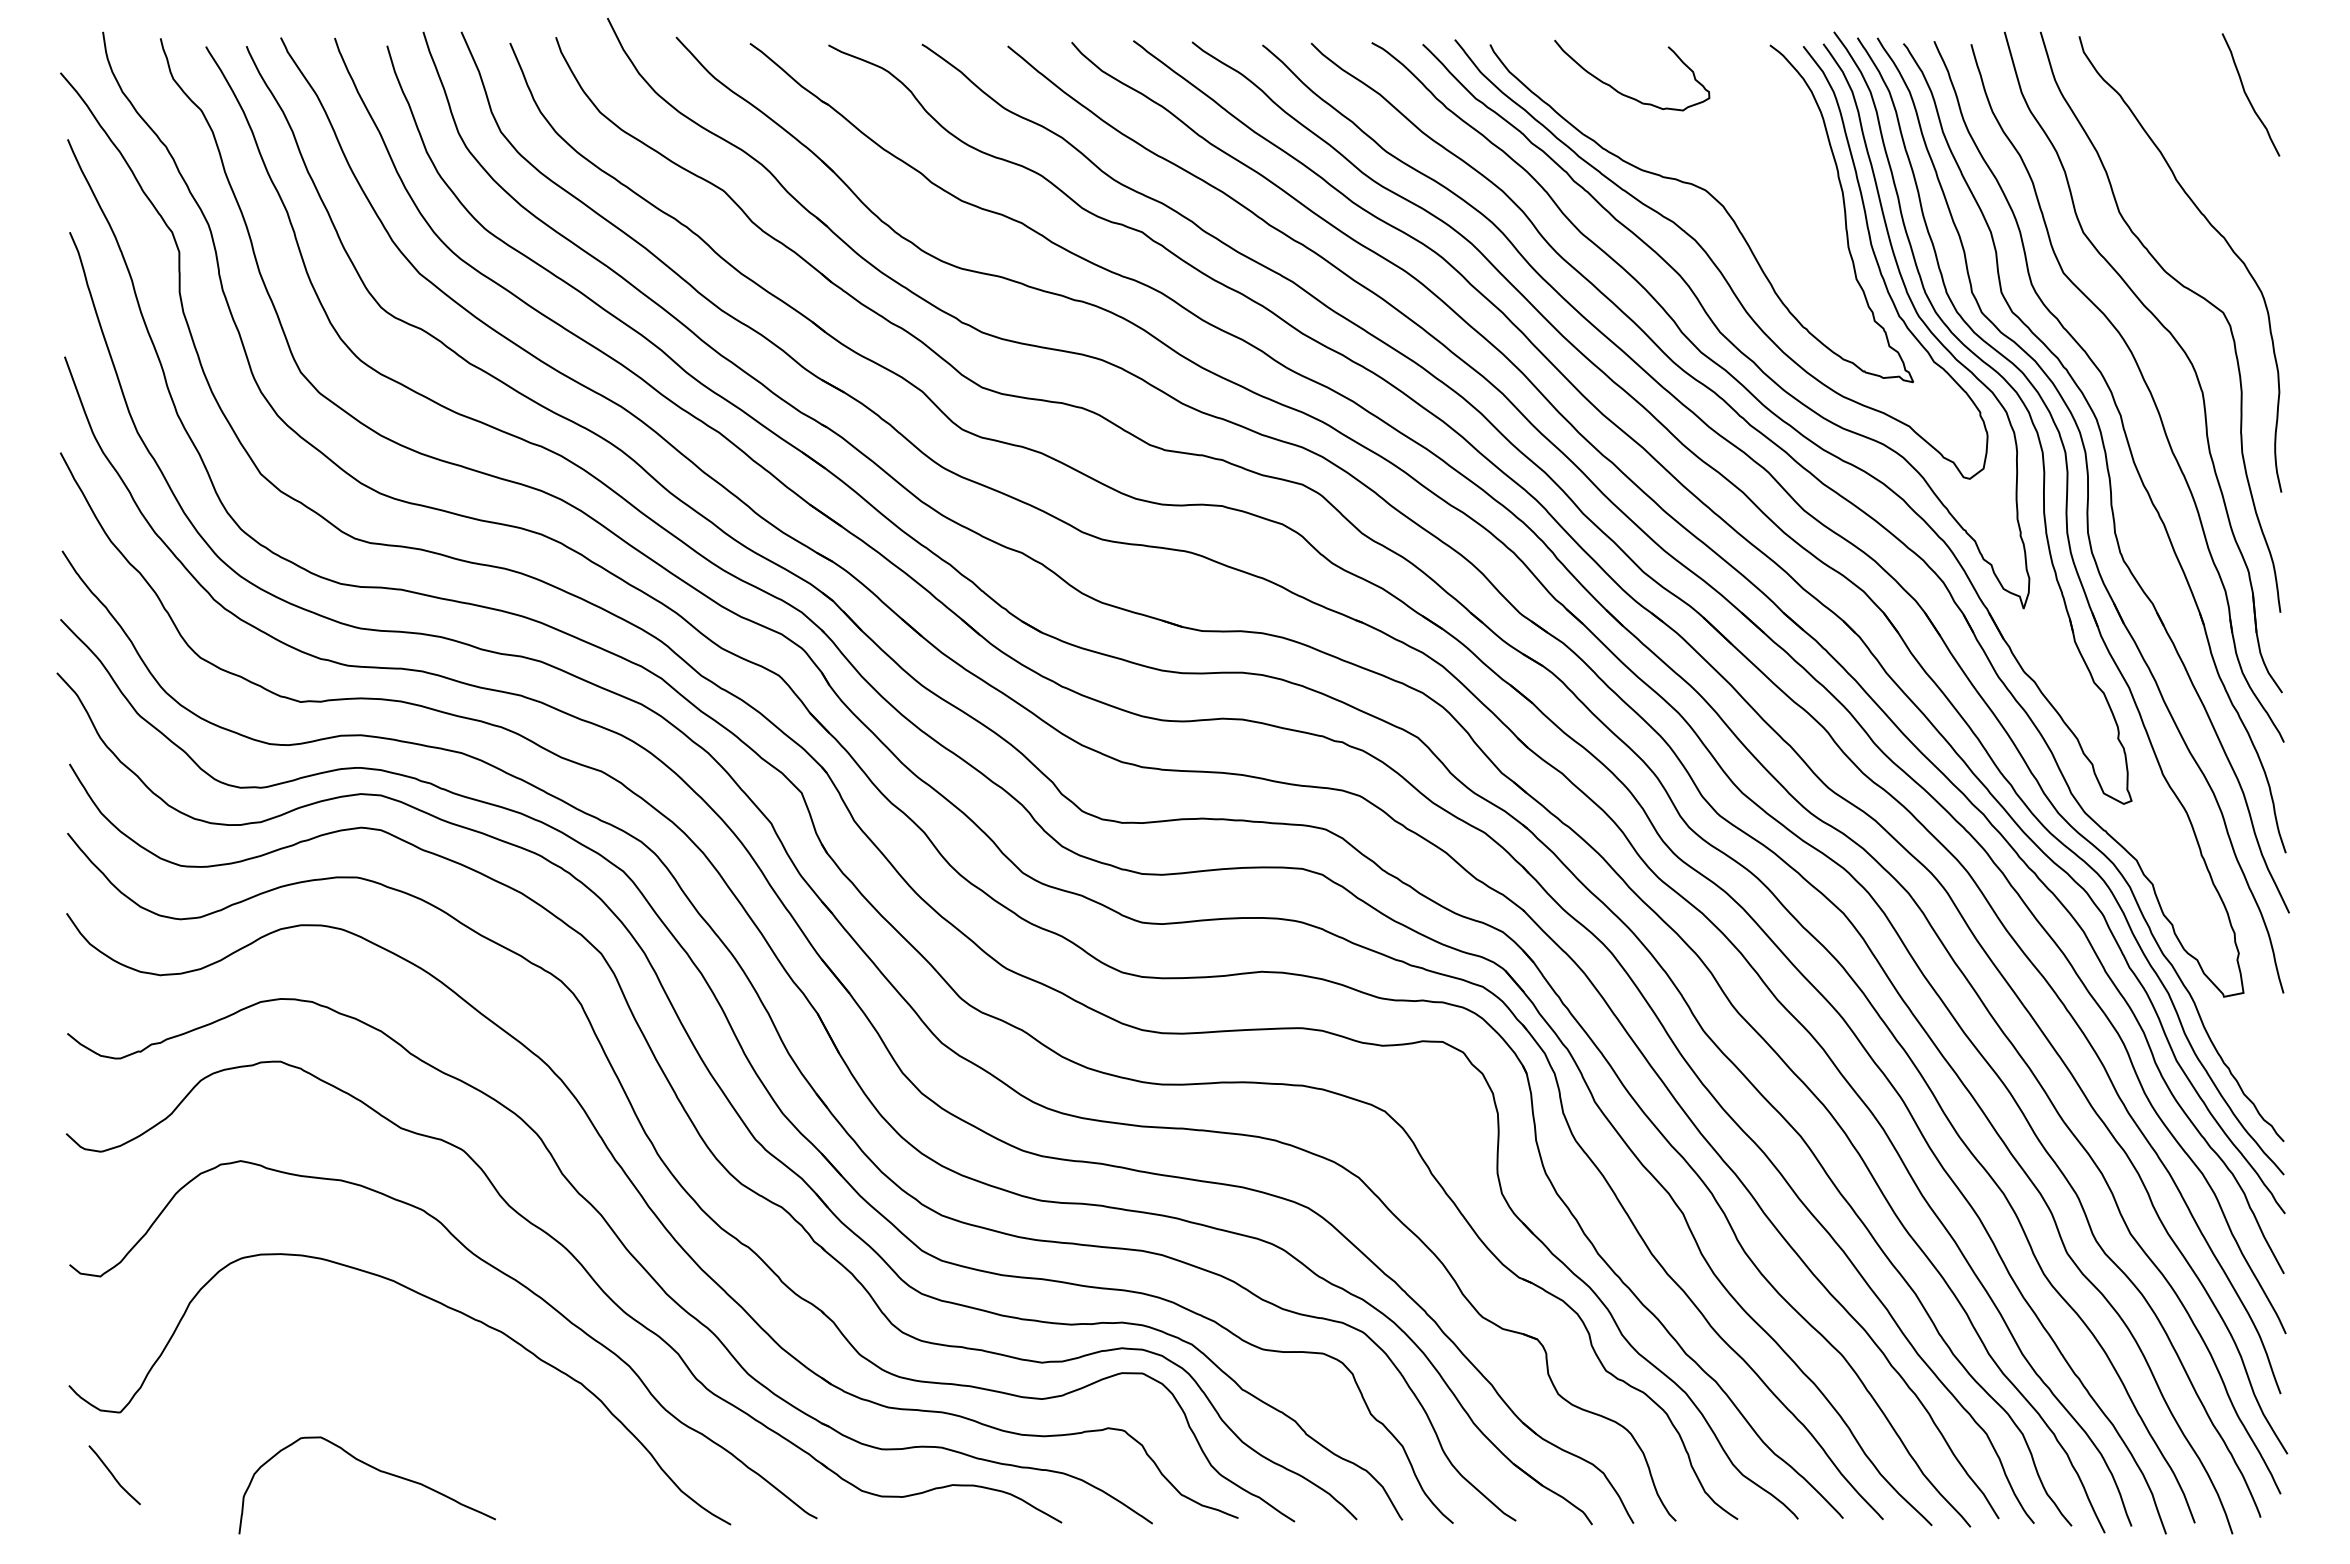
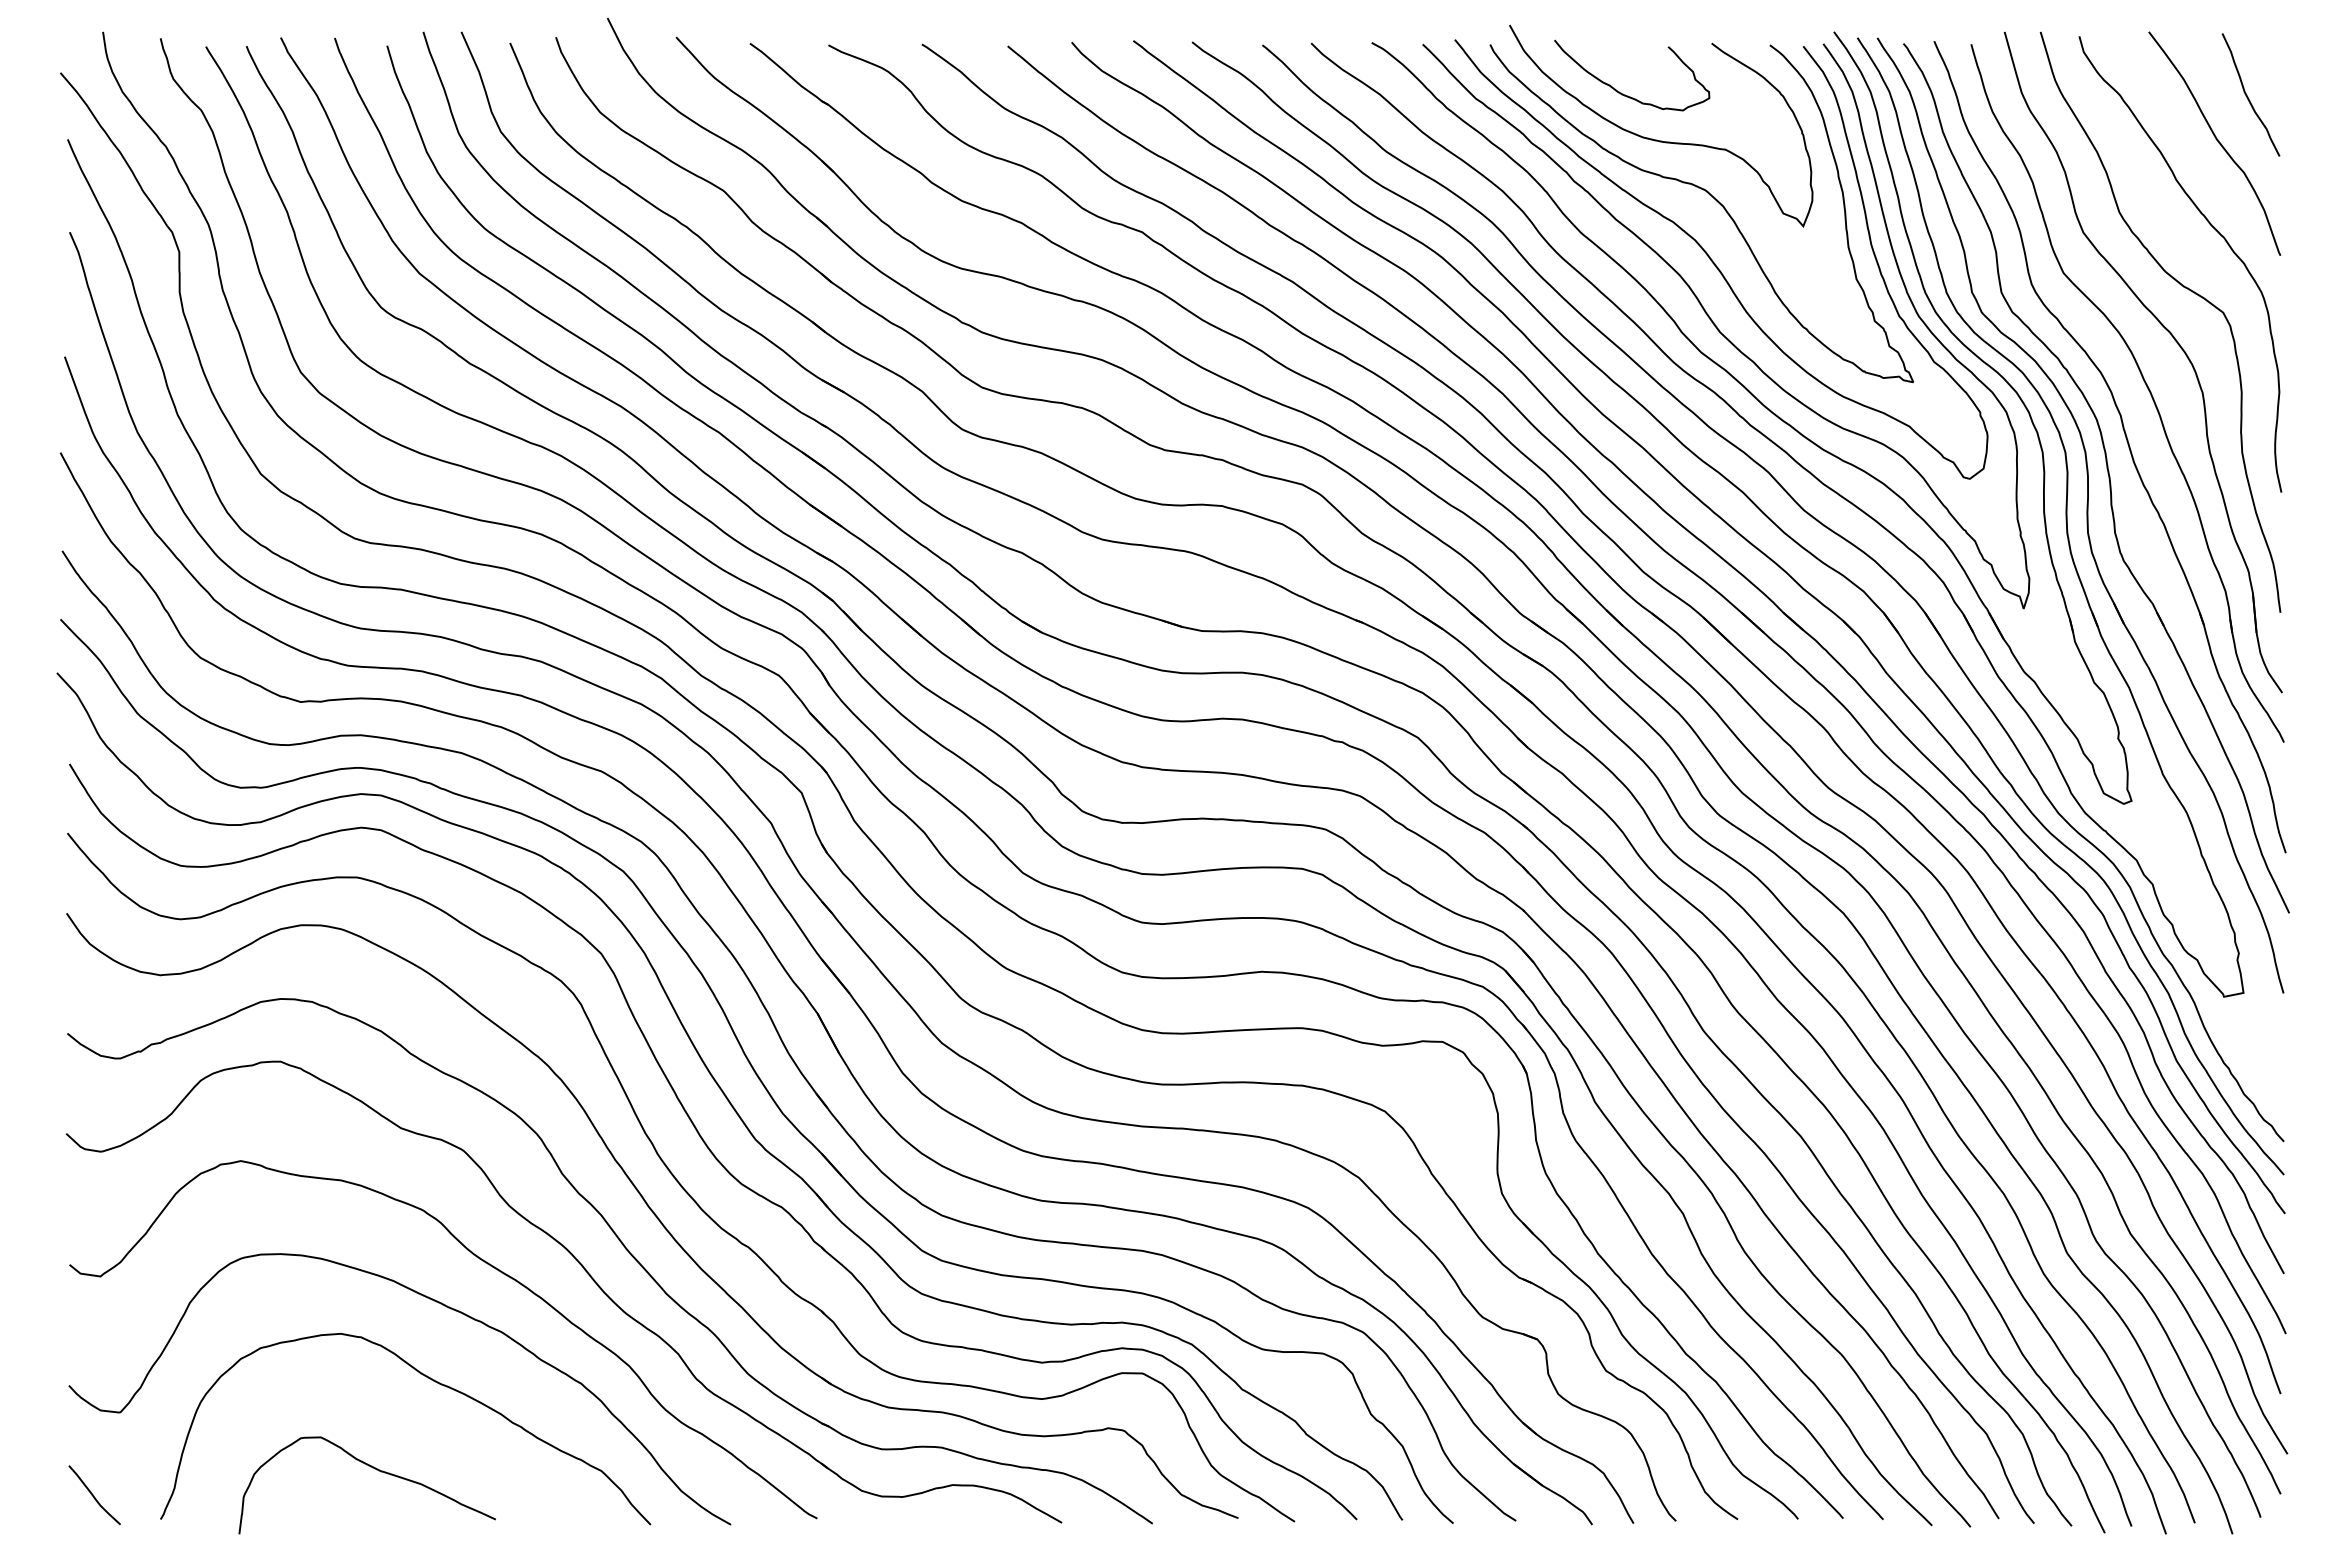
curve at (1657, 139): none -> present
curve at (2216, 140): none -> present
curve at (429, 1379): none -> present
curve at (114, 1475) position: (114, 1475) -> (94, 1495)
